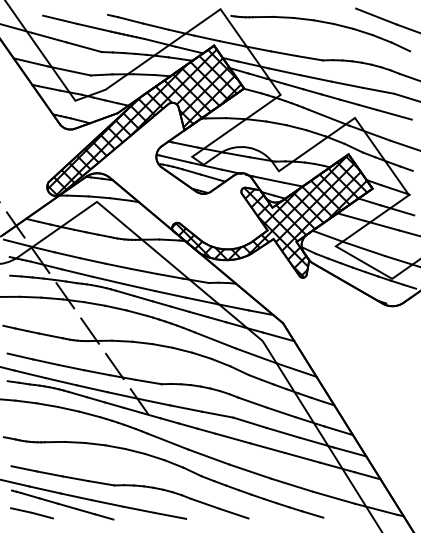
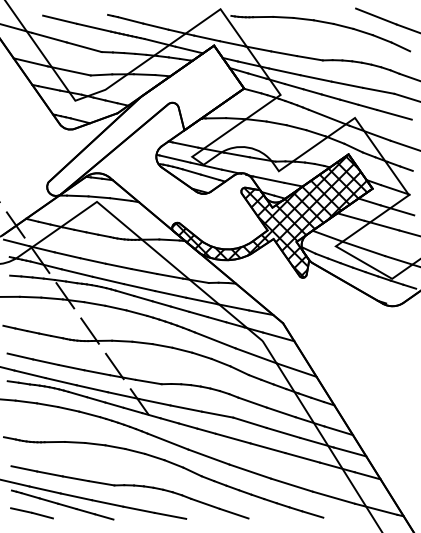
hatch at (144, 122): present -> none
